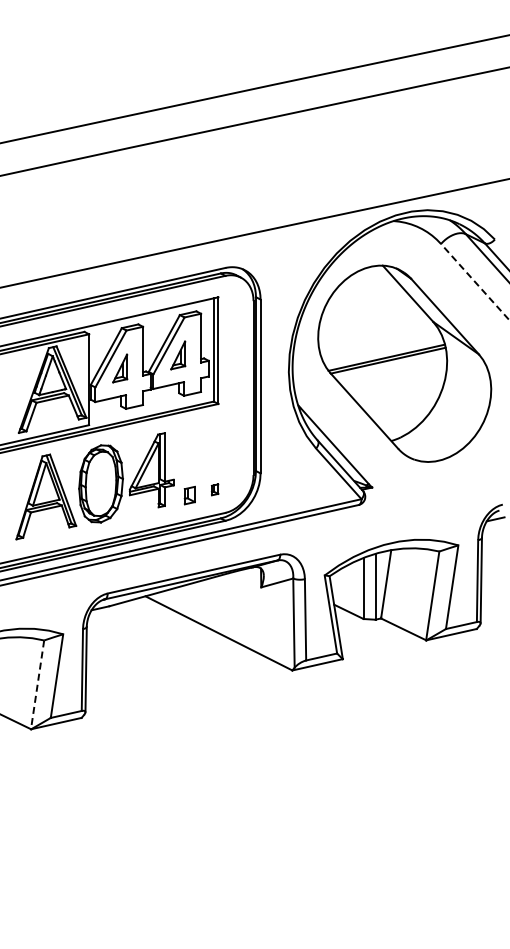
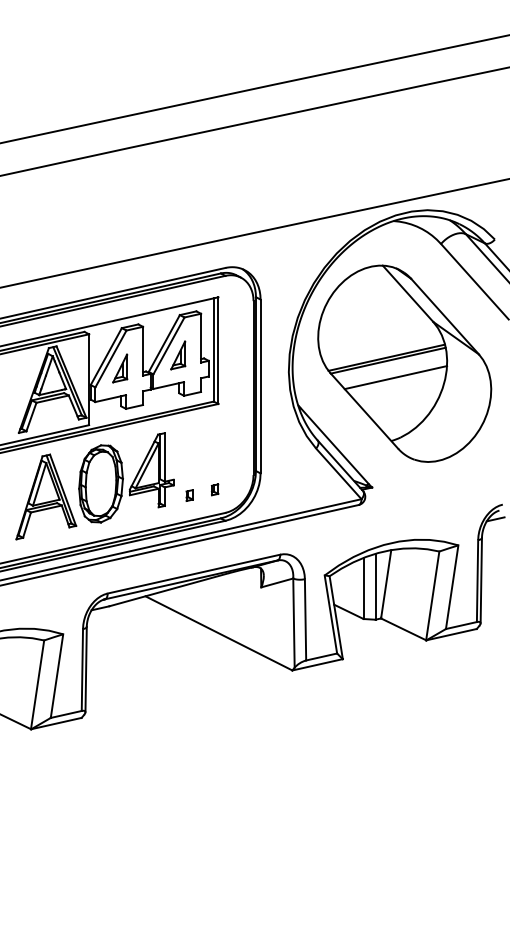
line at (474, 281): dashed -> solid
line at (395, 377): none -> present
part at (189, 495) size: 13x21 px -> 9x13 px
line at (37, 684): dashed -> solid
